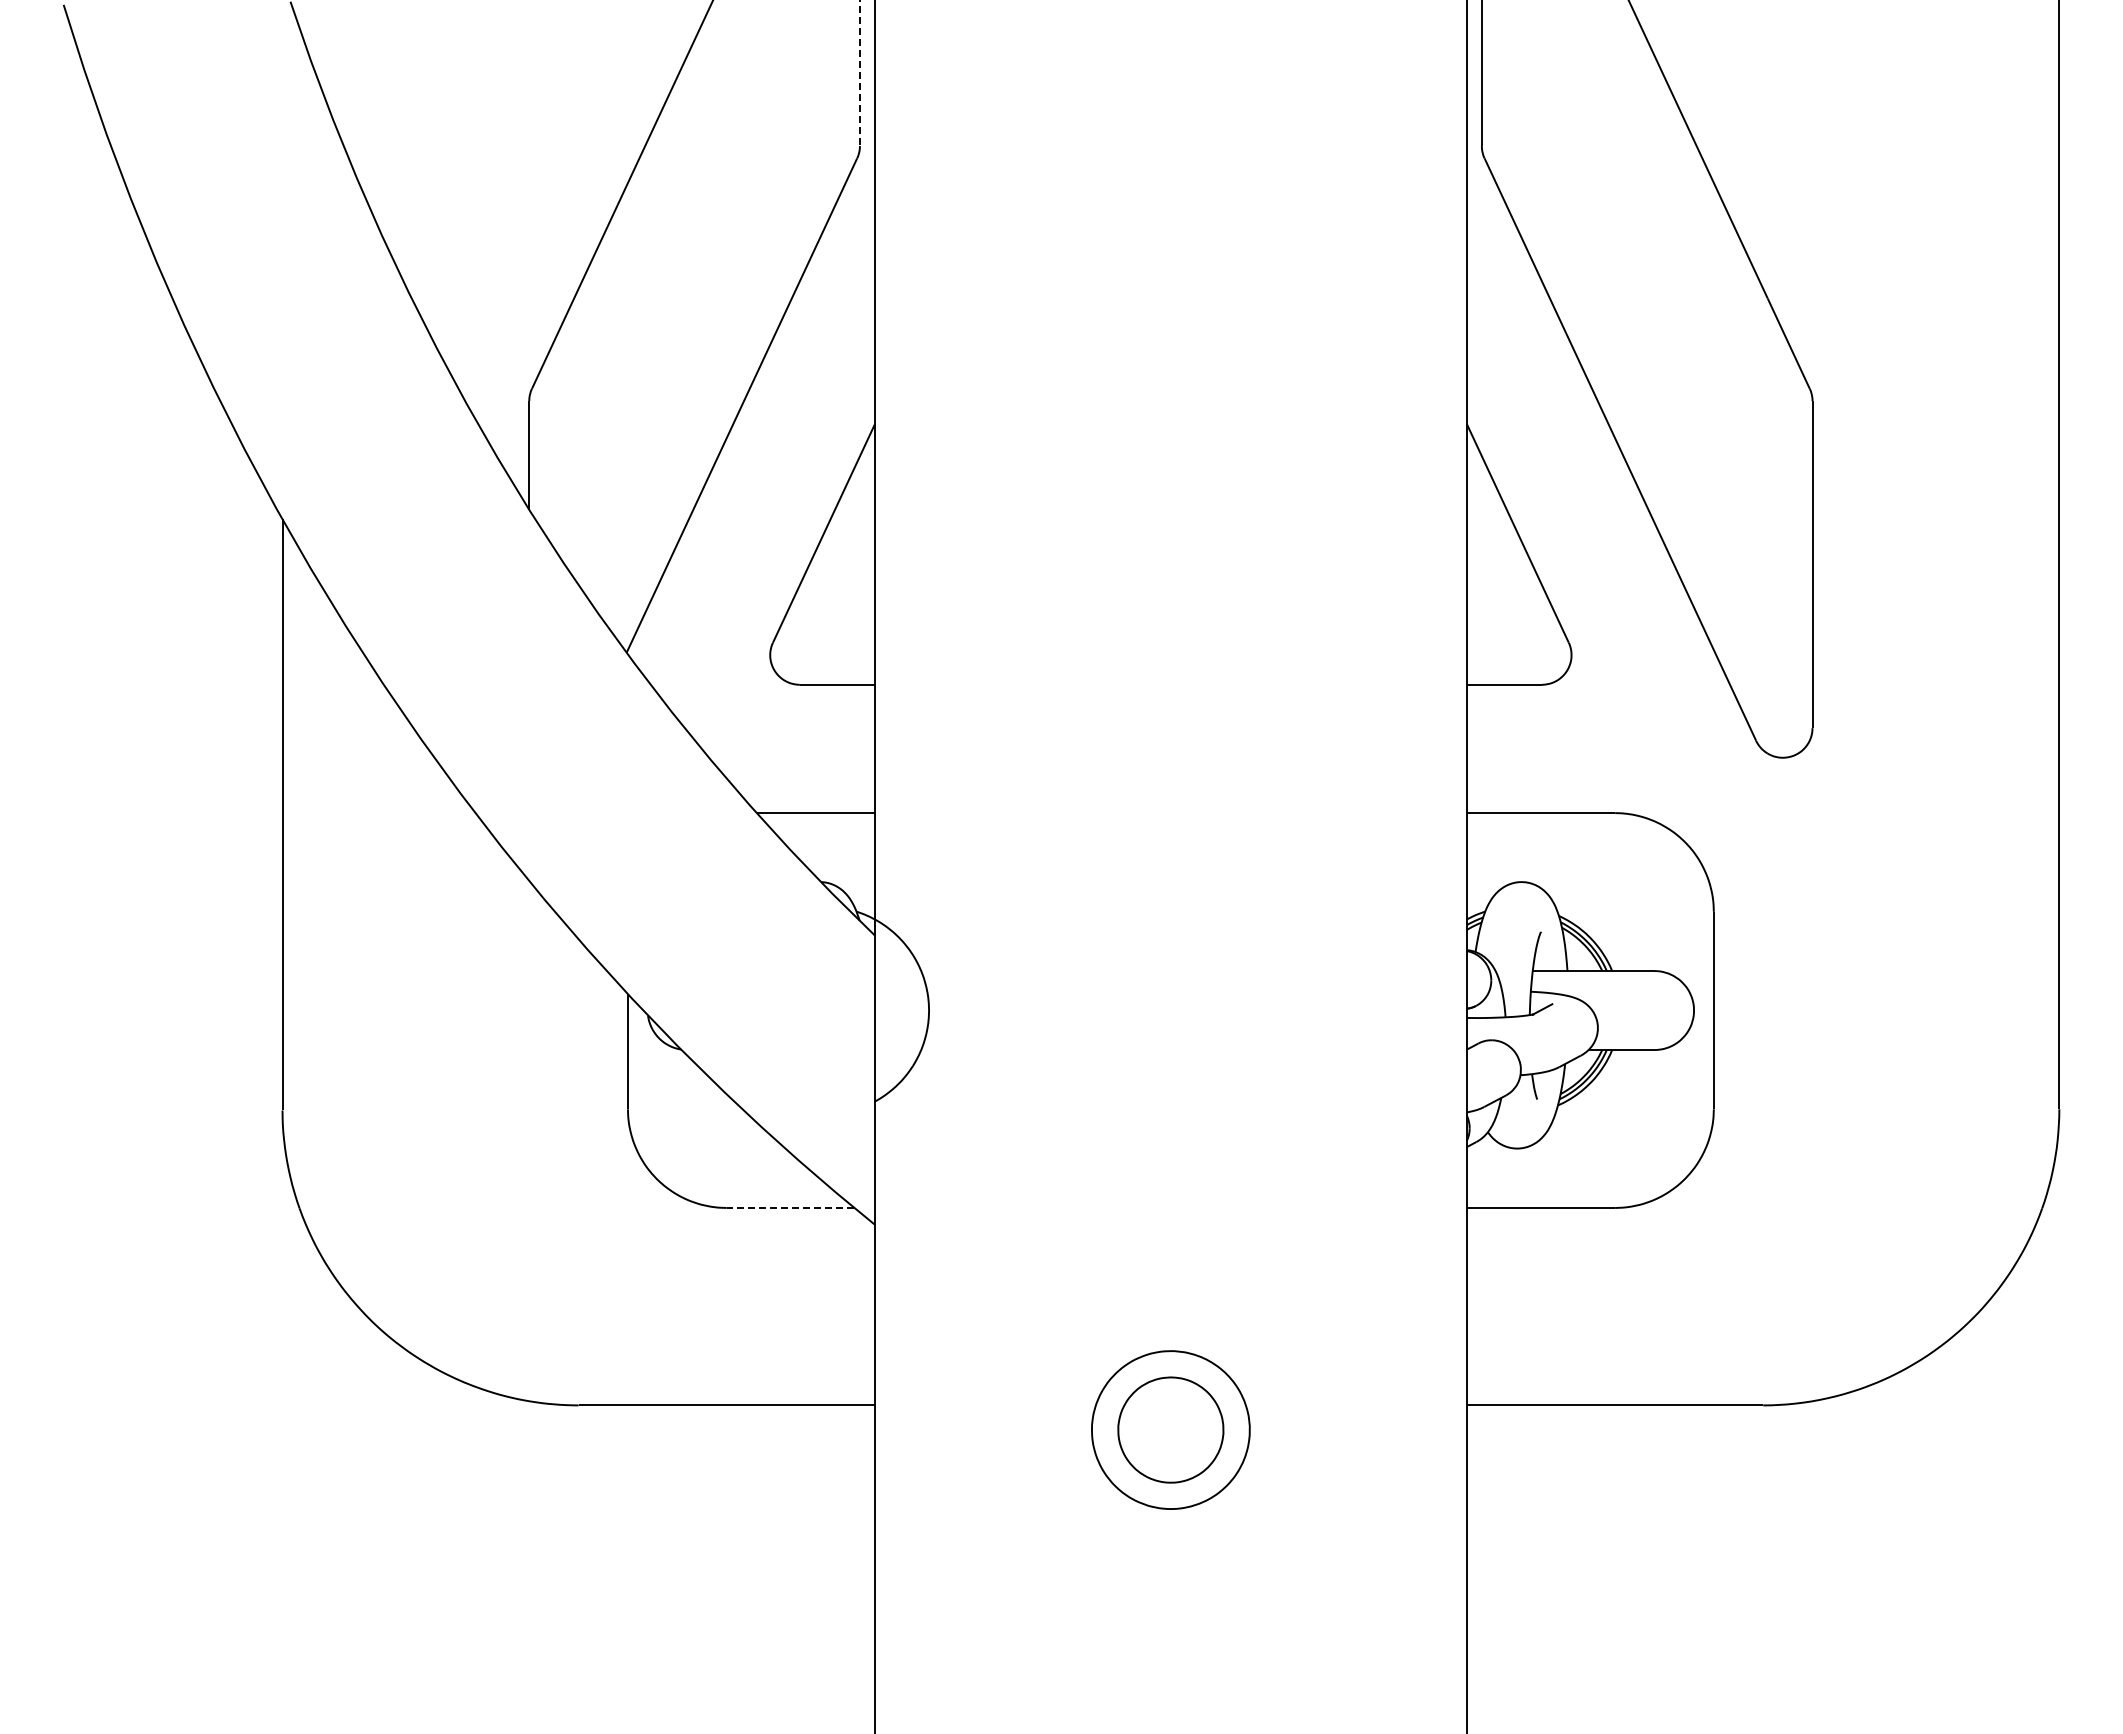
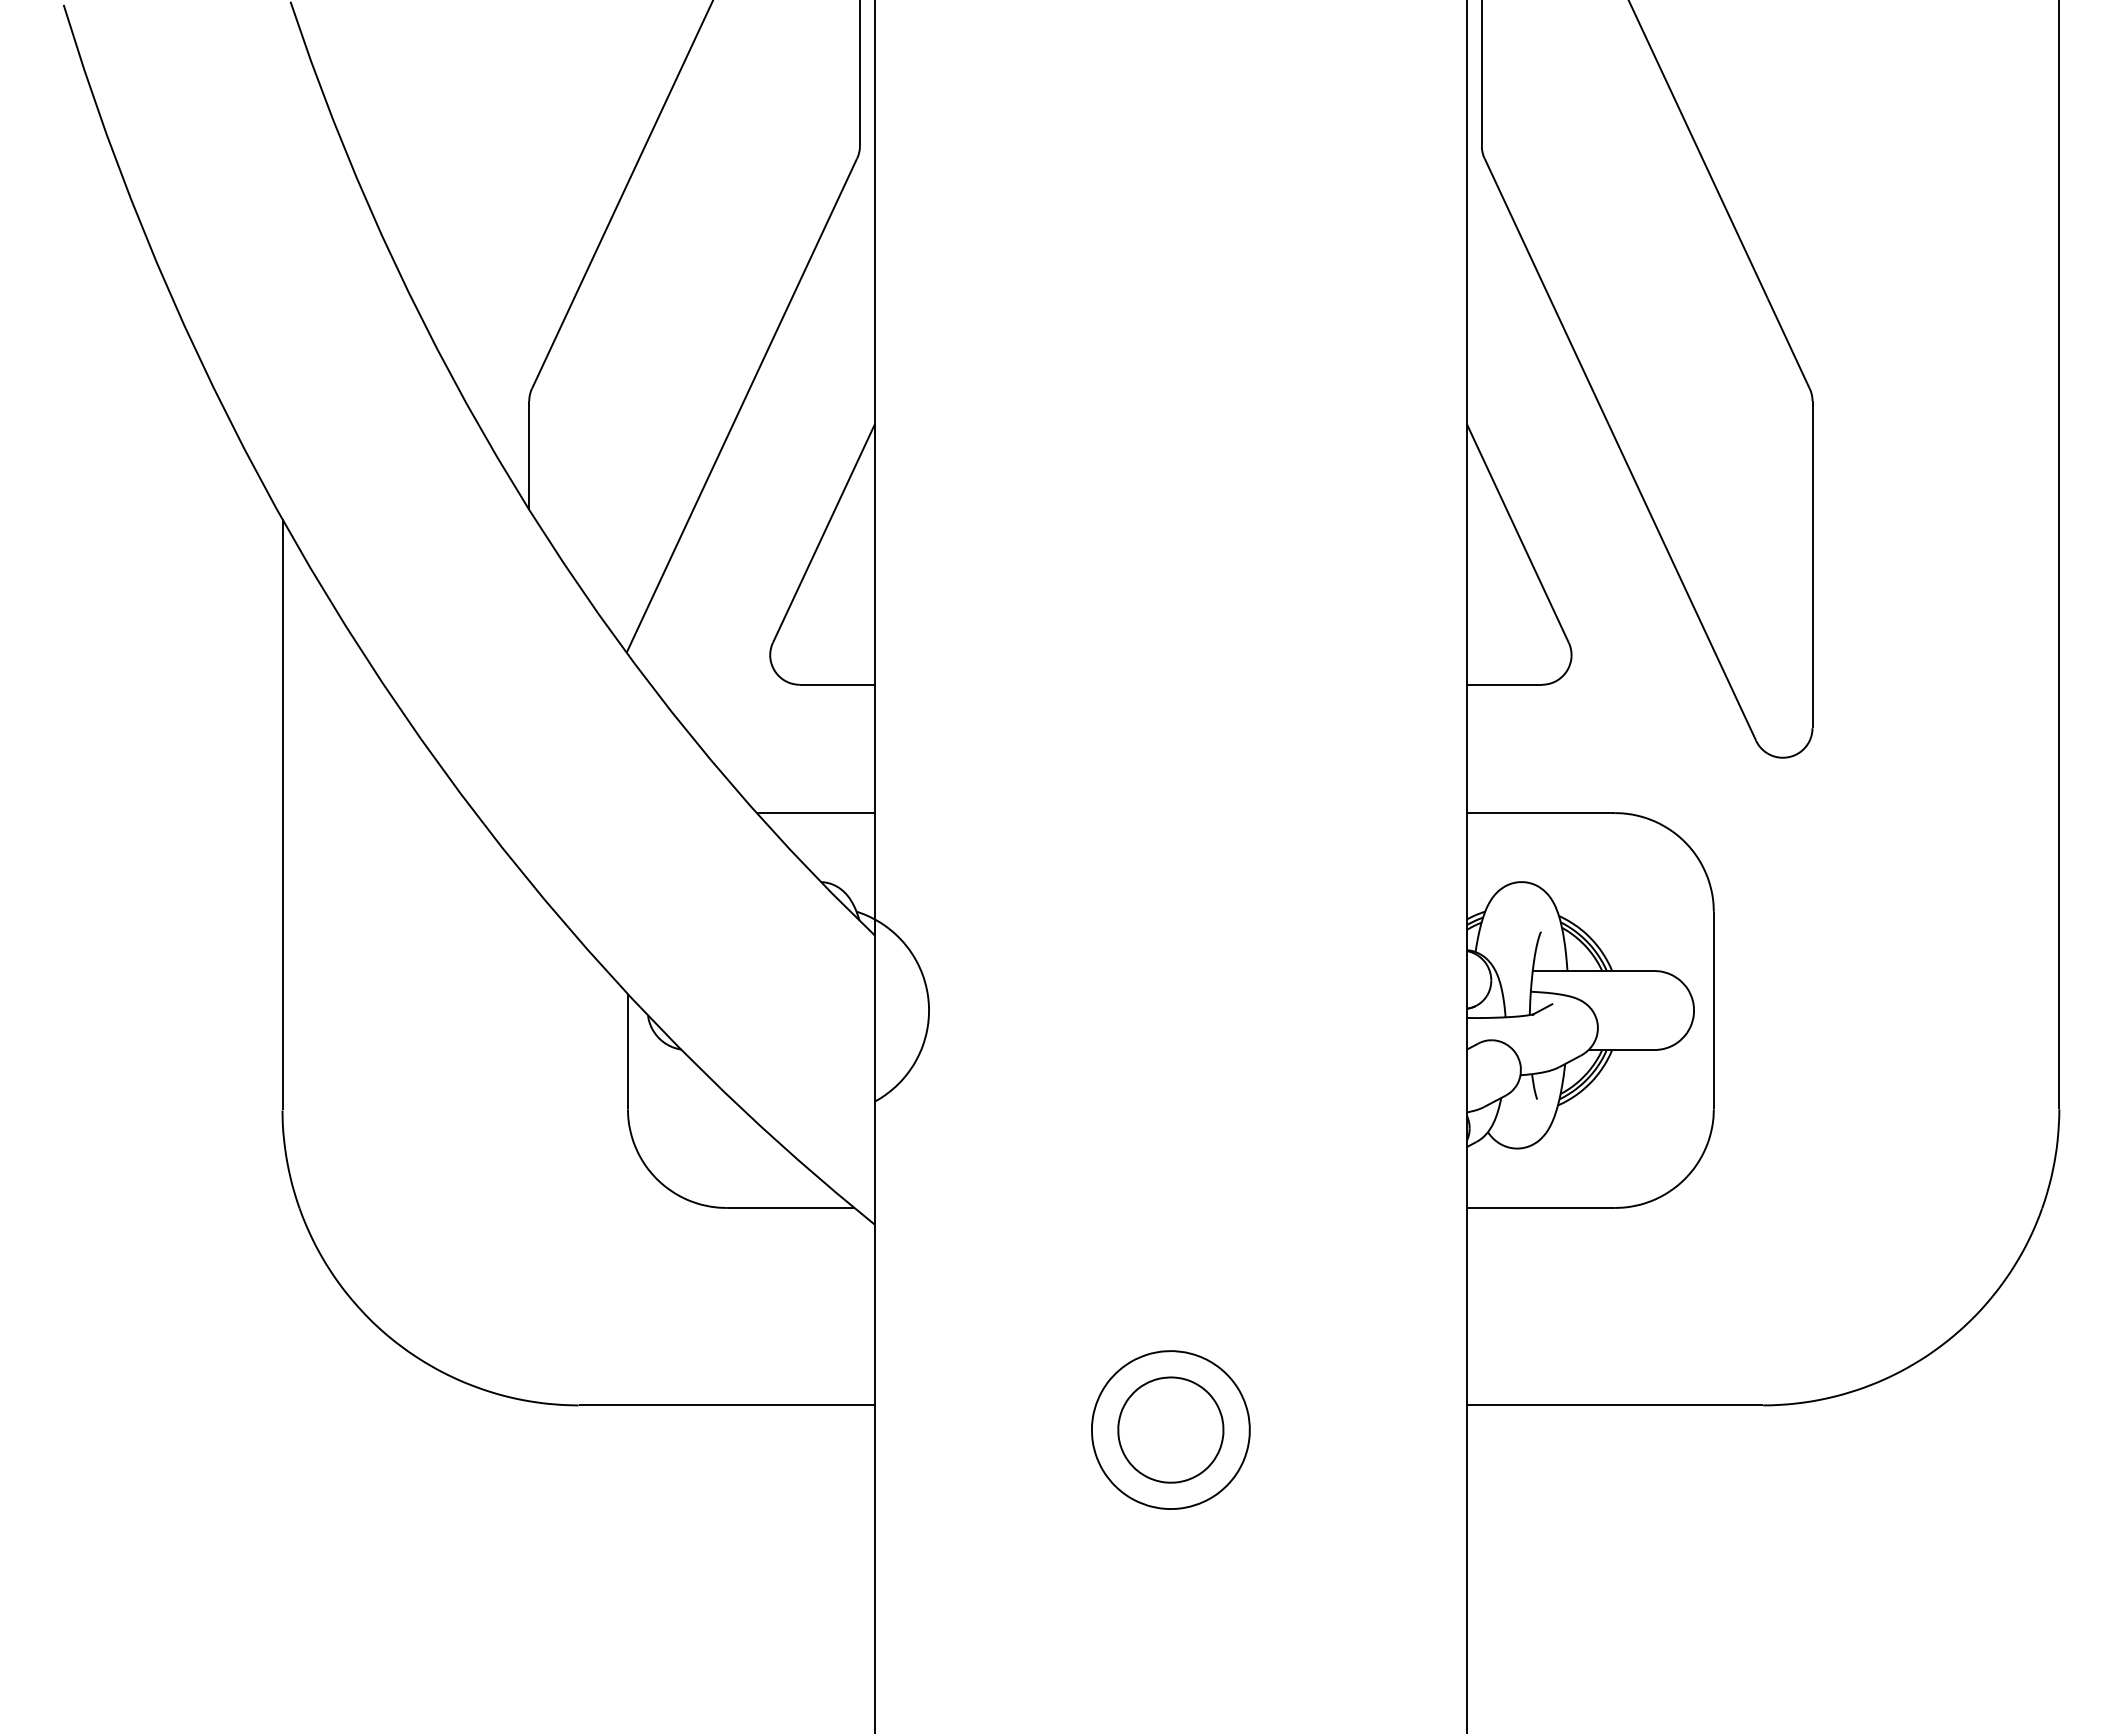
line at (859, 73): dashed -> solid
line at (790, 1208): dashed -> solid
